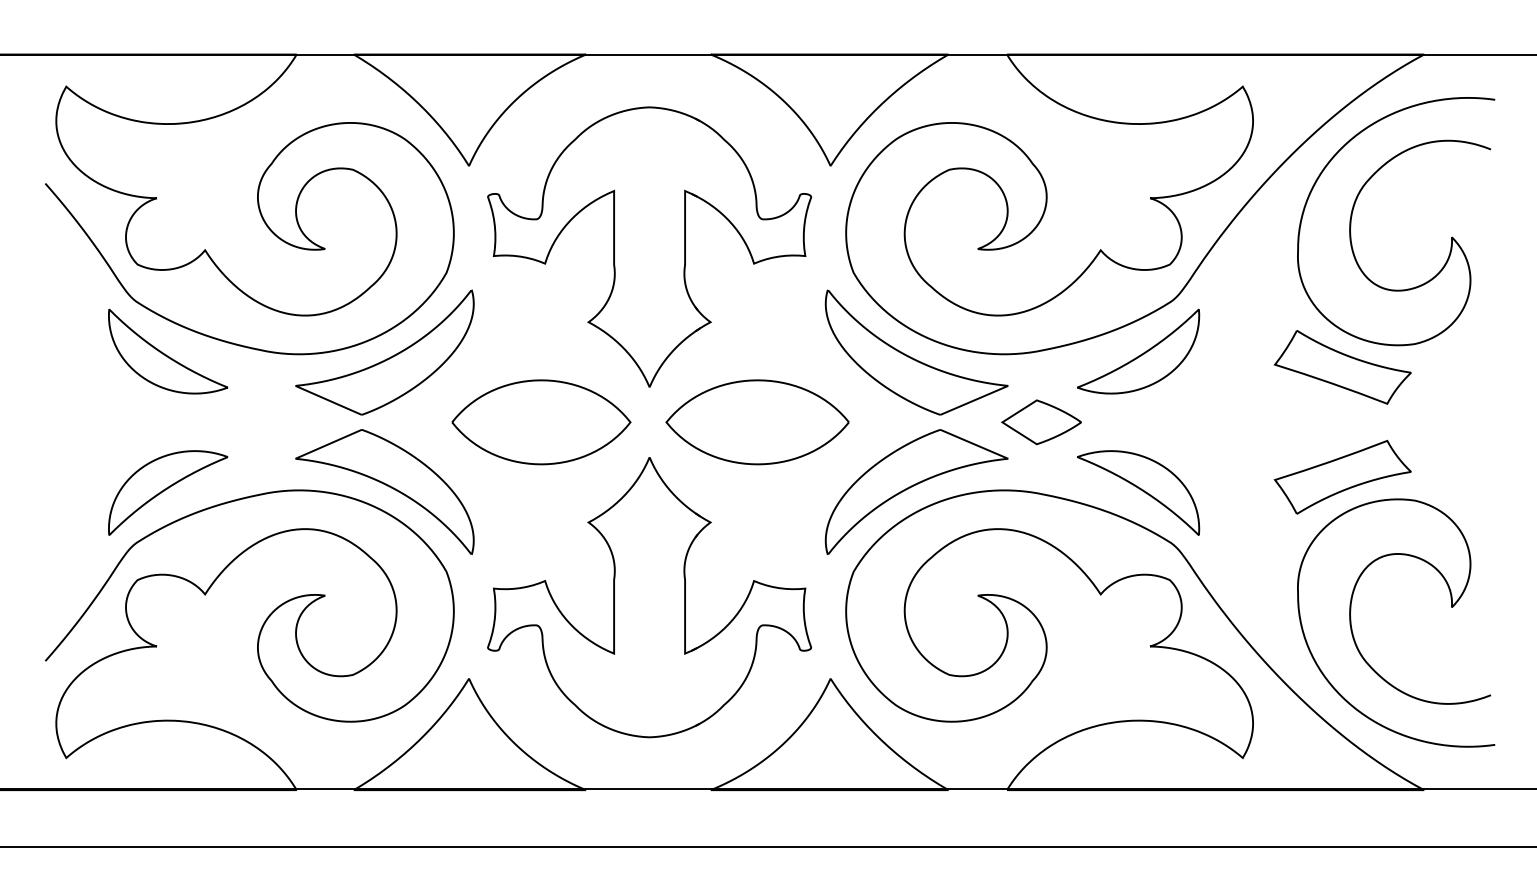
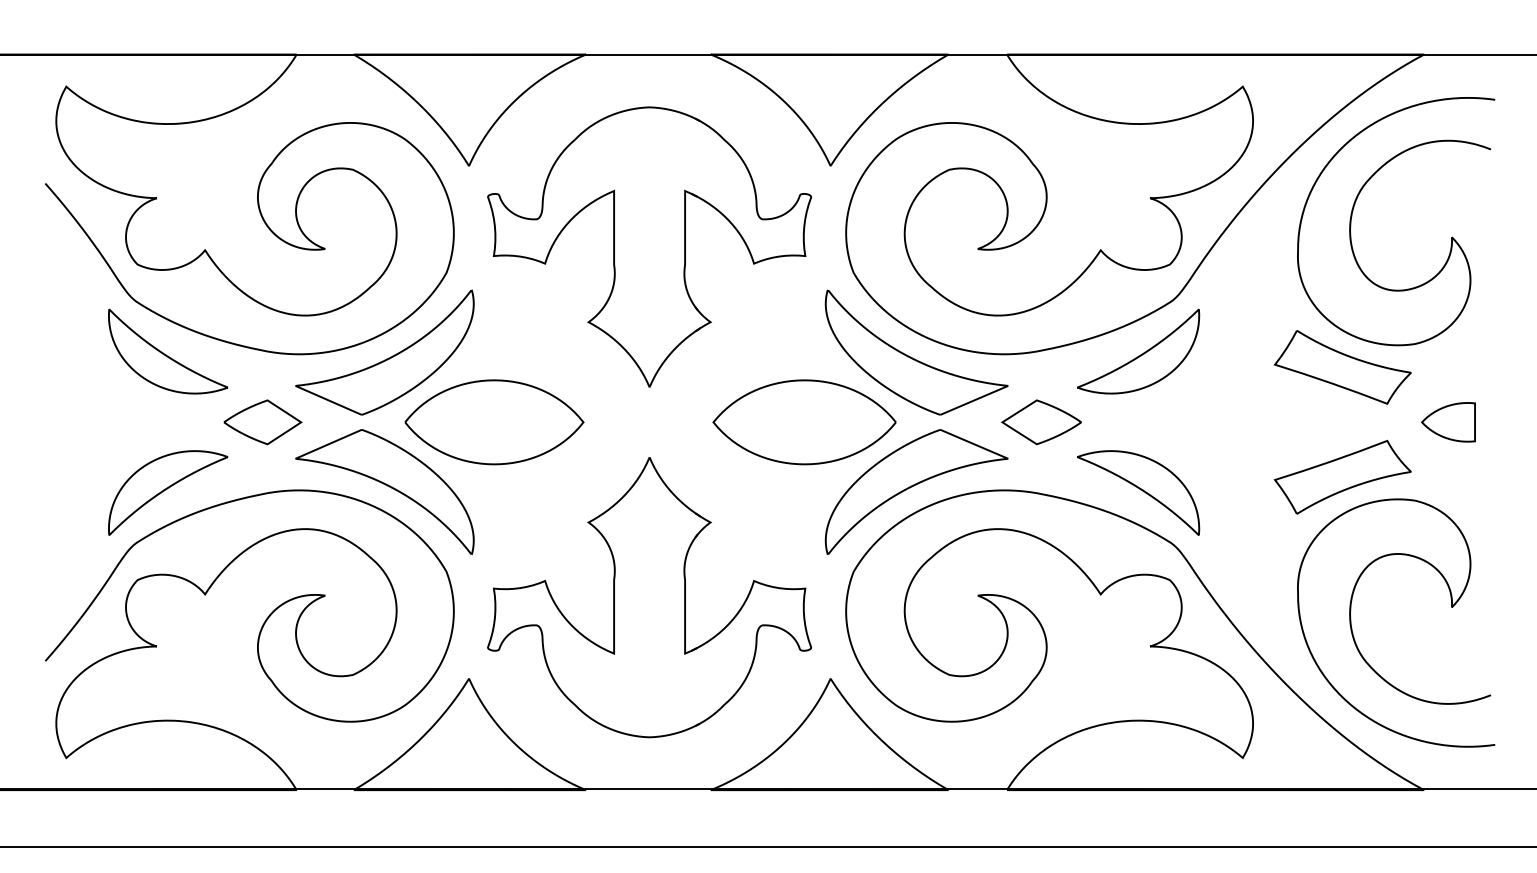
part at (262, 422): none -> present
part at (541, 422) position: (541, 422) -> (494, 422)
part at (757, 422) position: (757, 422) -> (804, 422)
part at (1448, 422): none -> present
